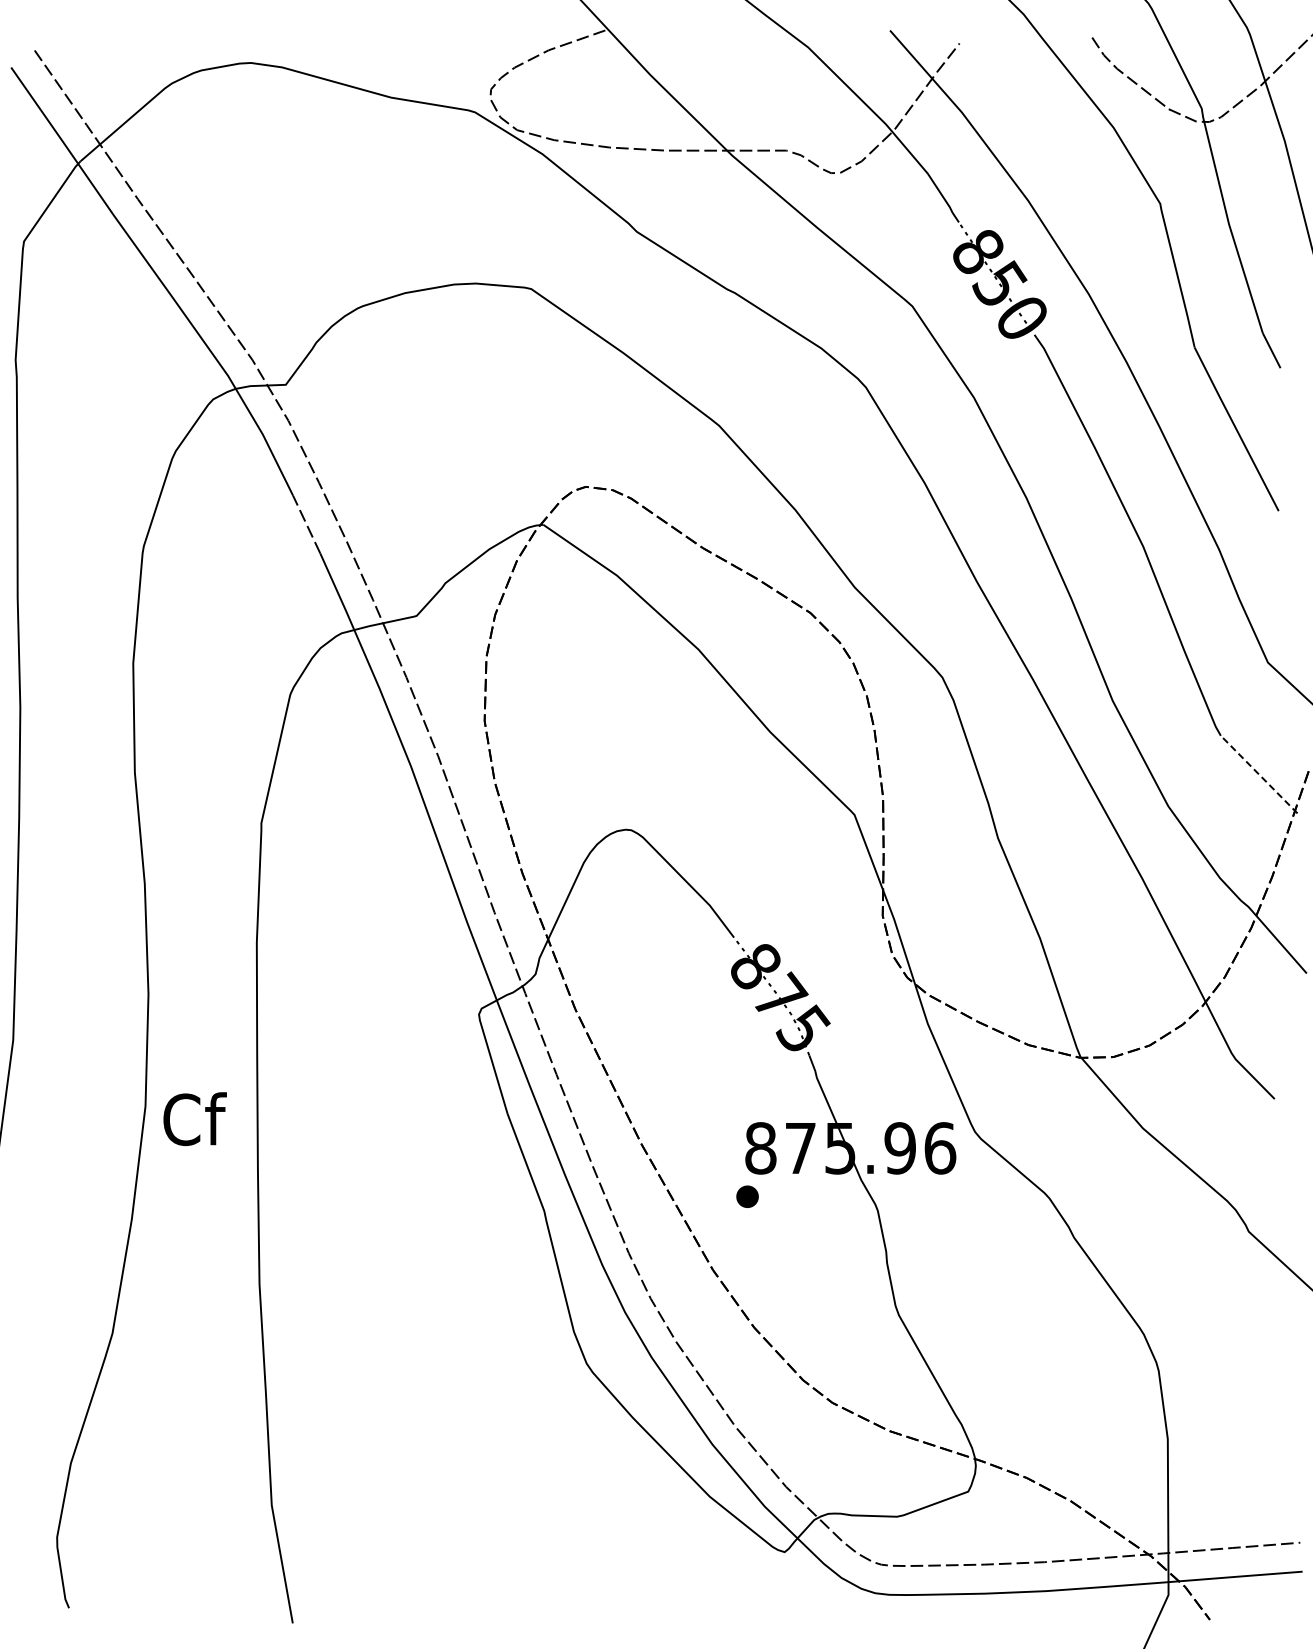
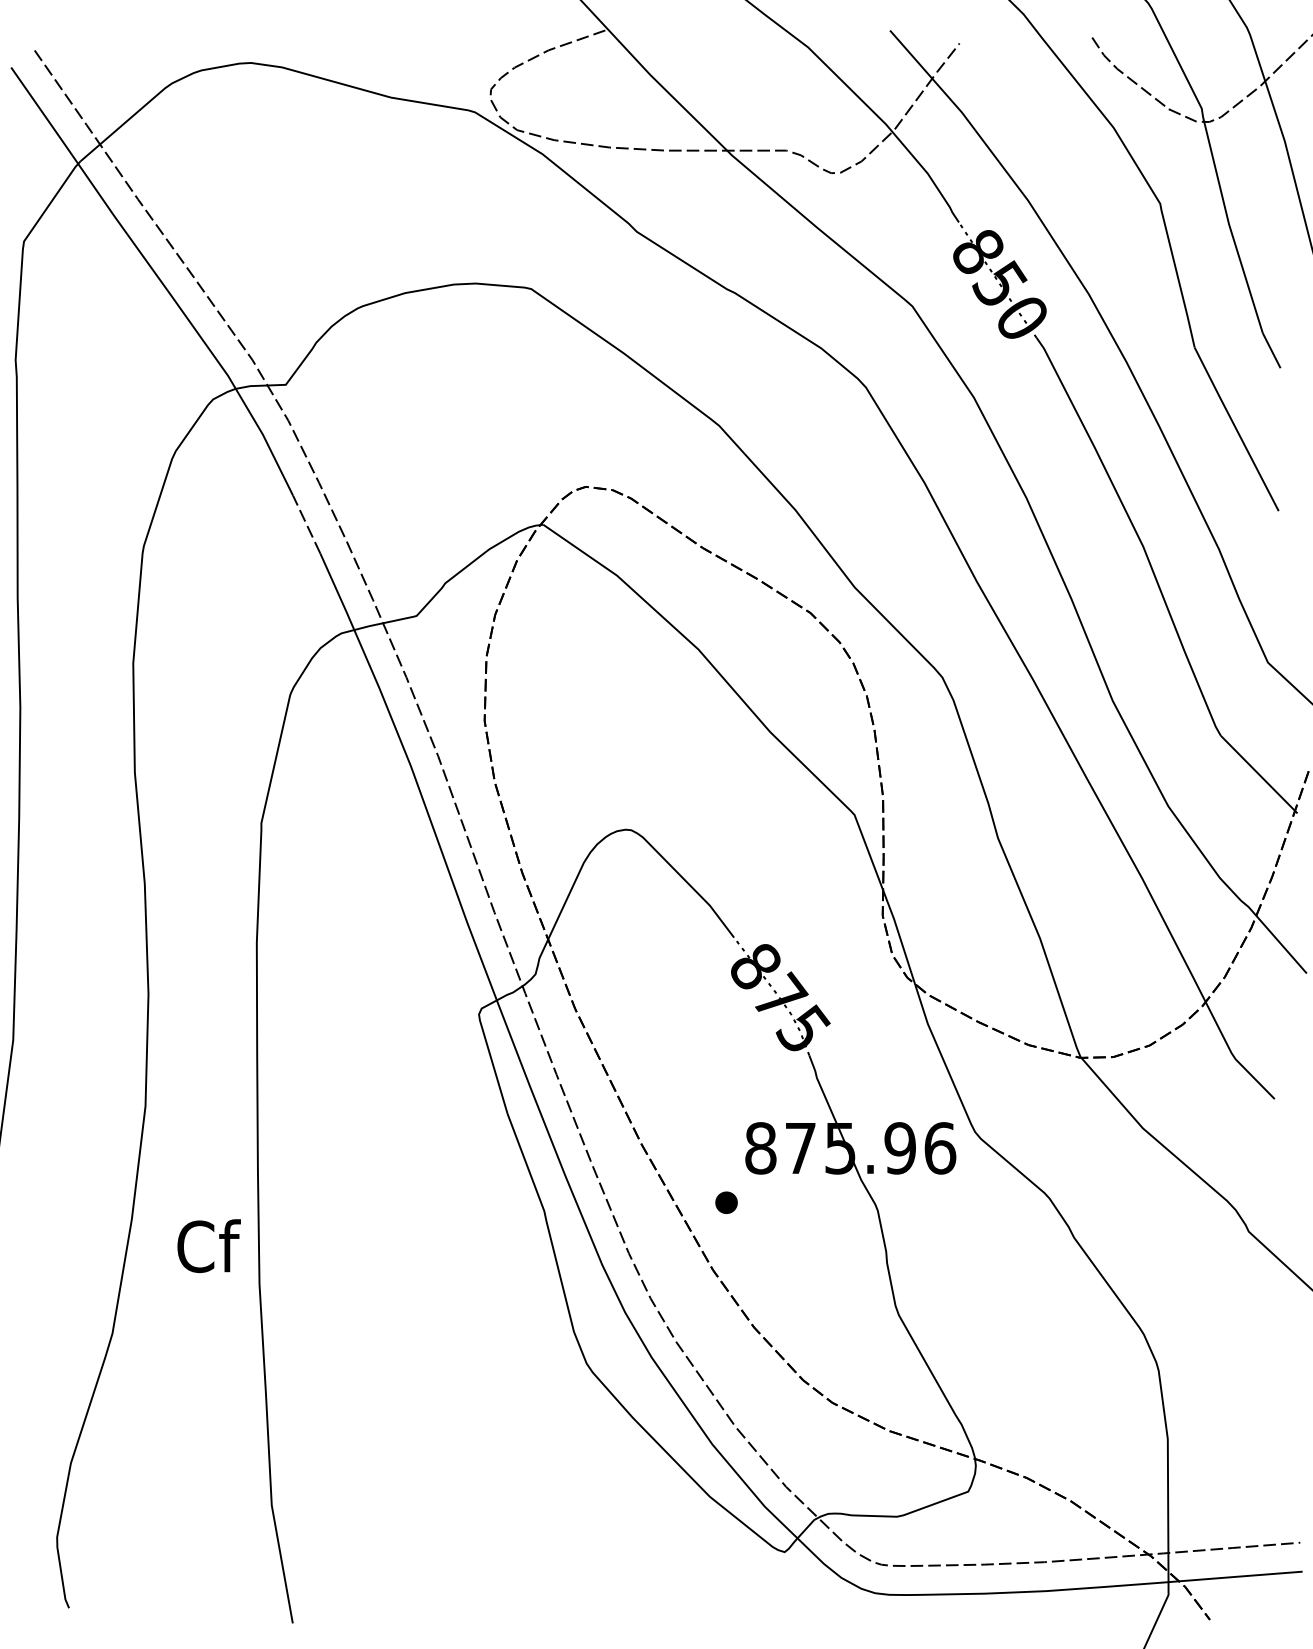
line at (1259, 774): dashed -> solid
text at (194, 1119) position: (194, 1119) -> (208, 1246)
part at (747, 1196) position: (747, 1196) -> (726, 1202)
